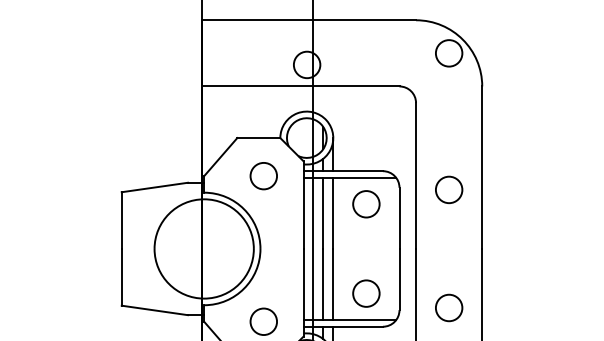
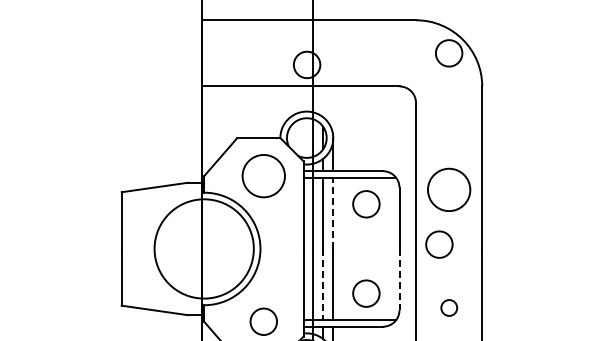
circle at (263, 175) diameter: 26 px -> 42 px
circle at (448, 189) diameter: 26 px -> 42 px
line at (333, 213): solid -> dashed
circle at (439, 244): none -> present
line at (399, 279): solid -> dashed
line at (323, 284): solid -> dashed
circle at (449, 307) size: 29x30 px -> 19x18 px
